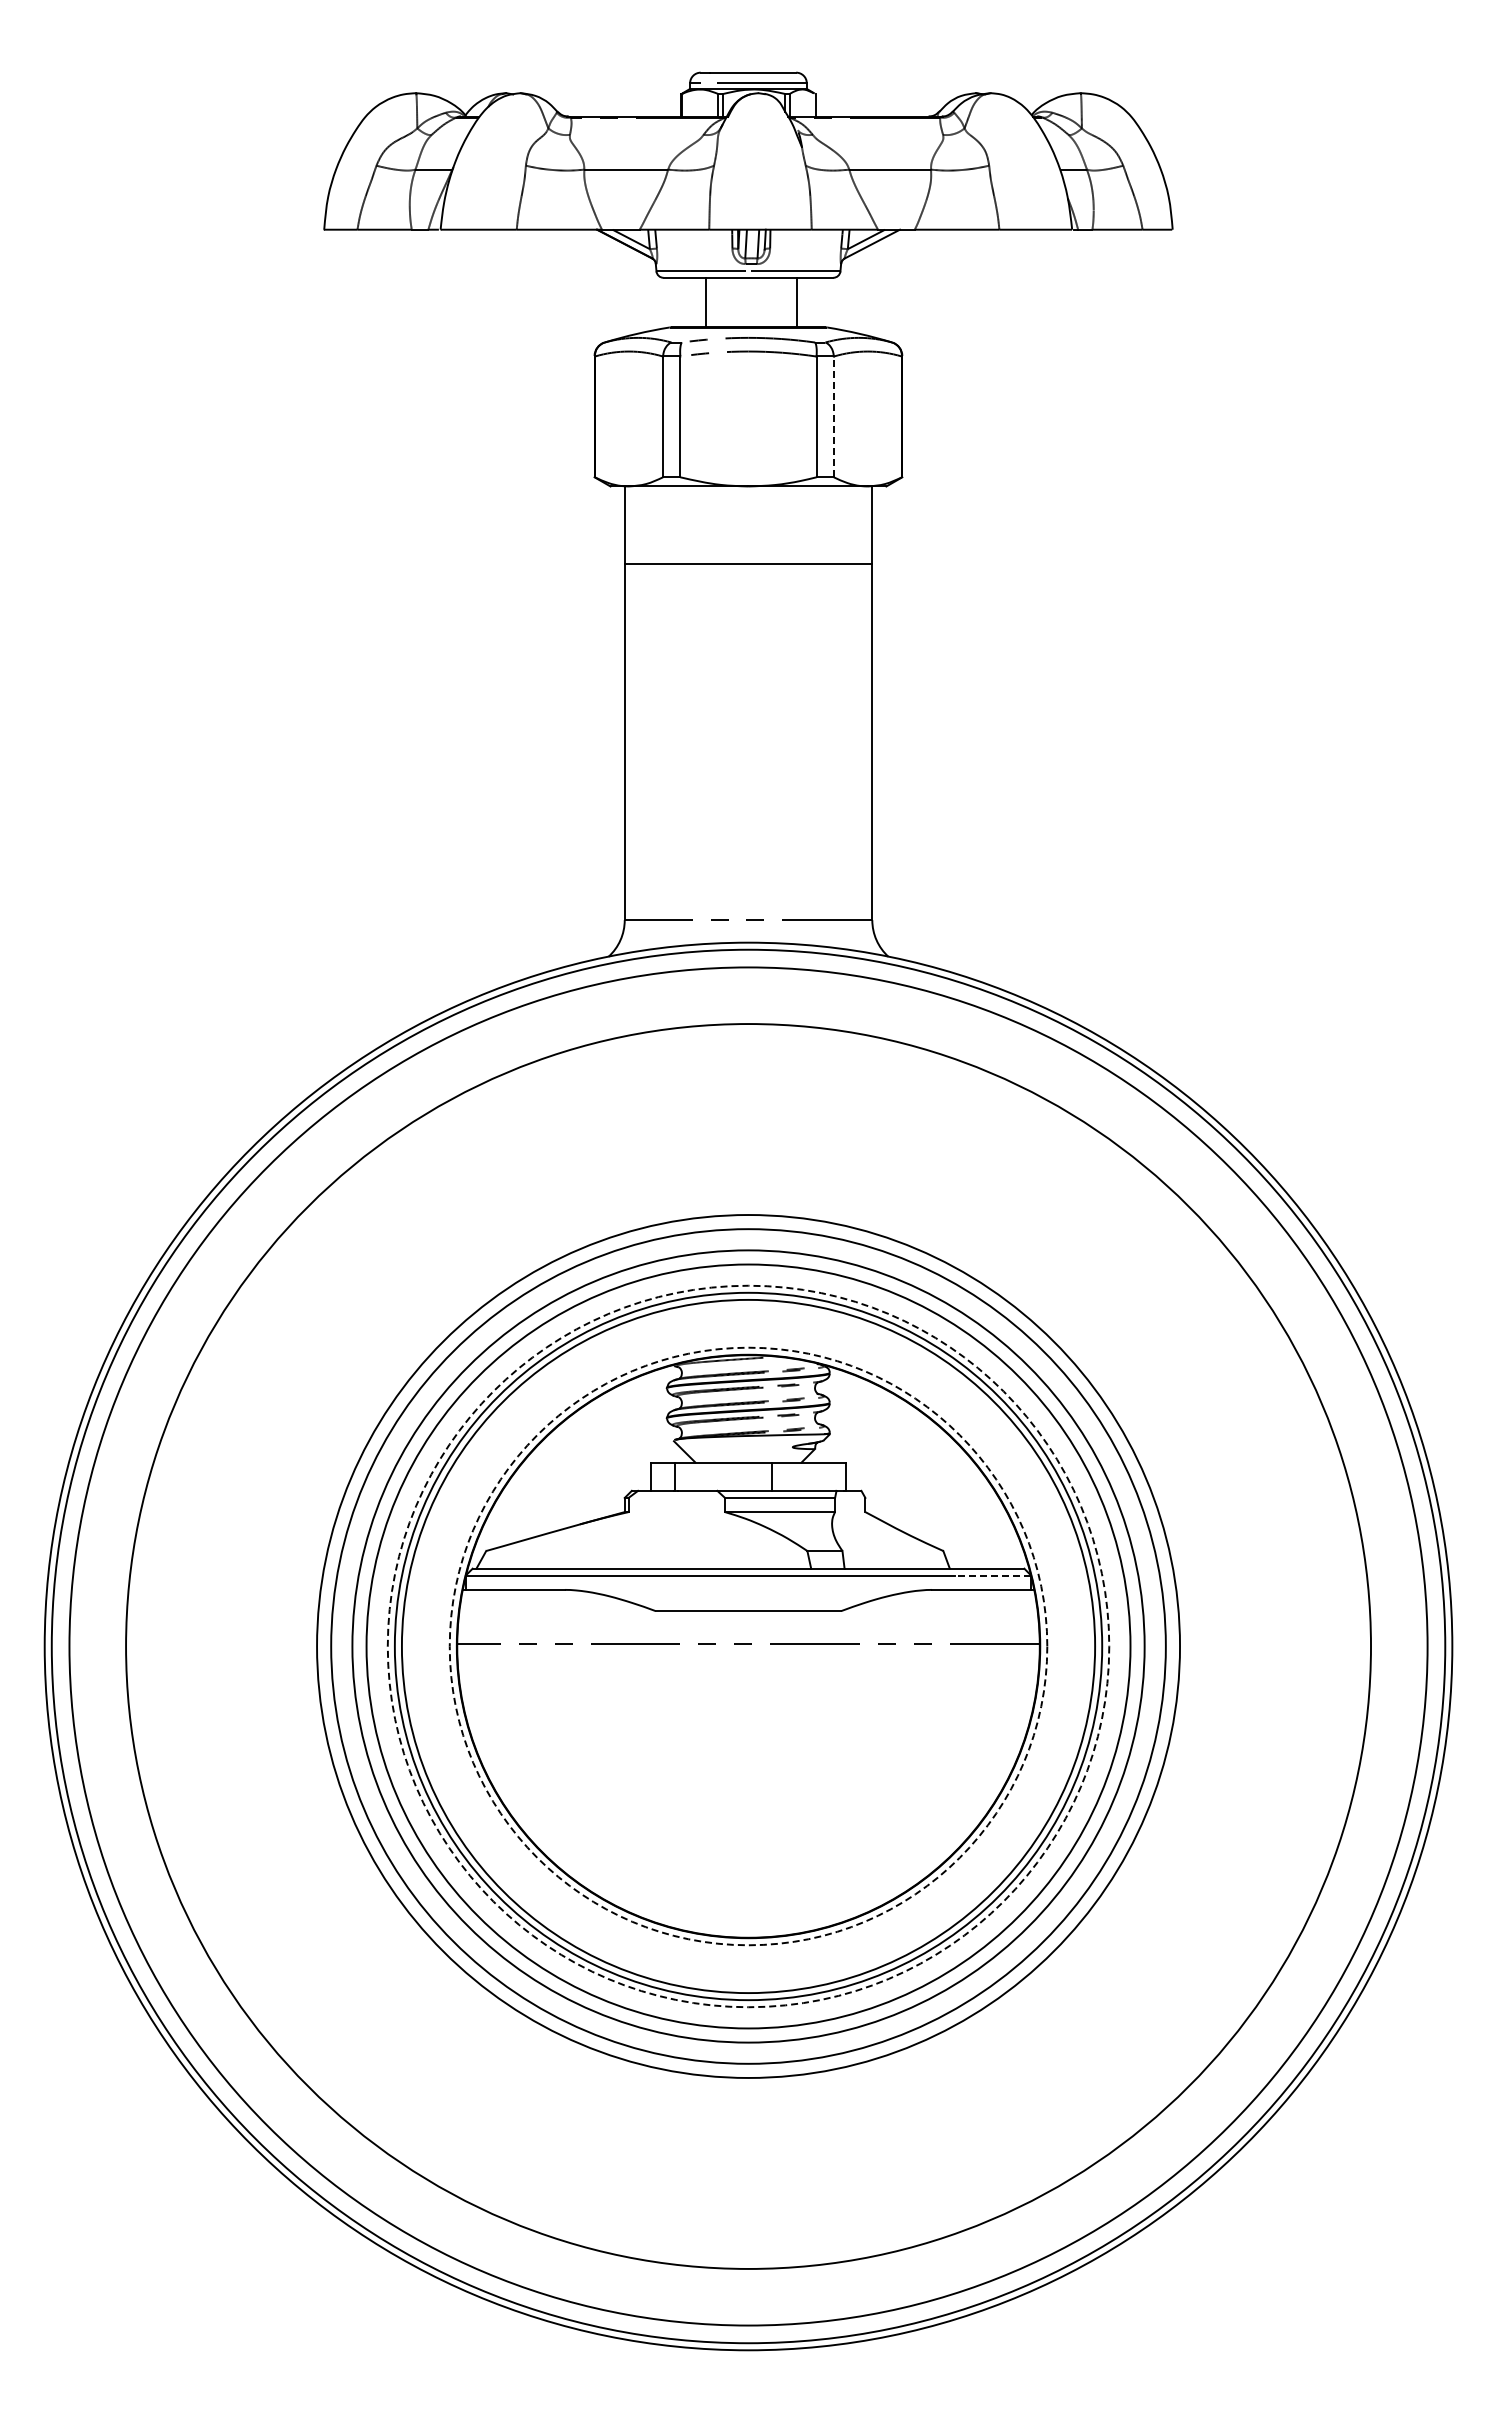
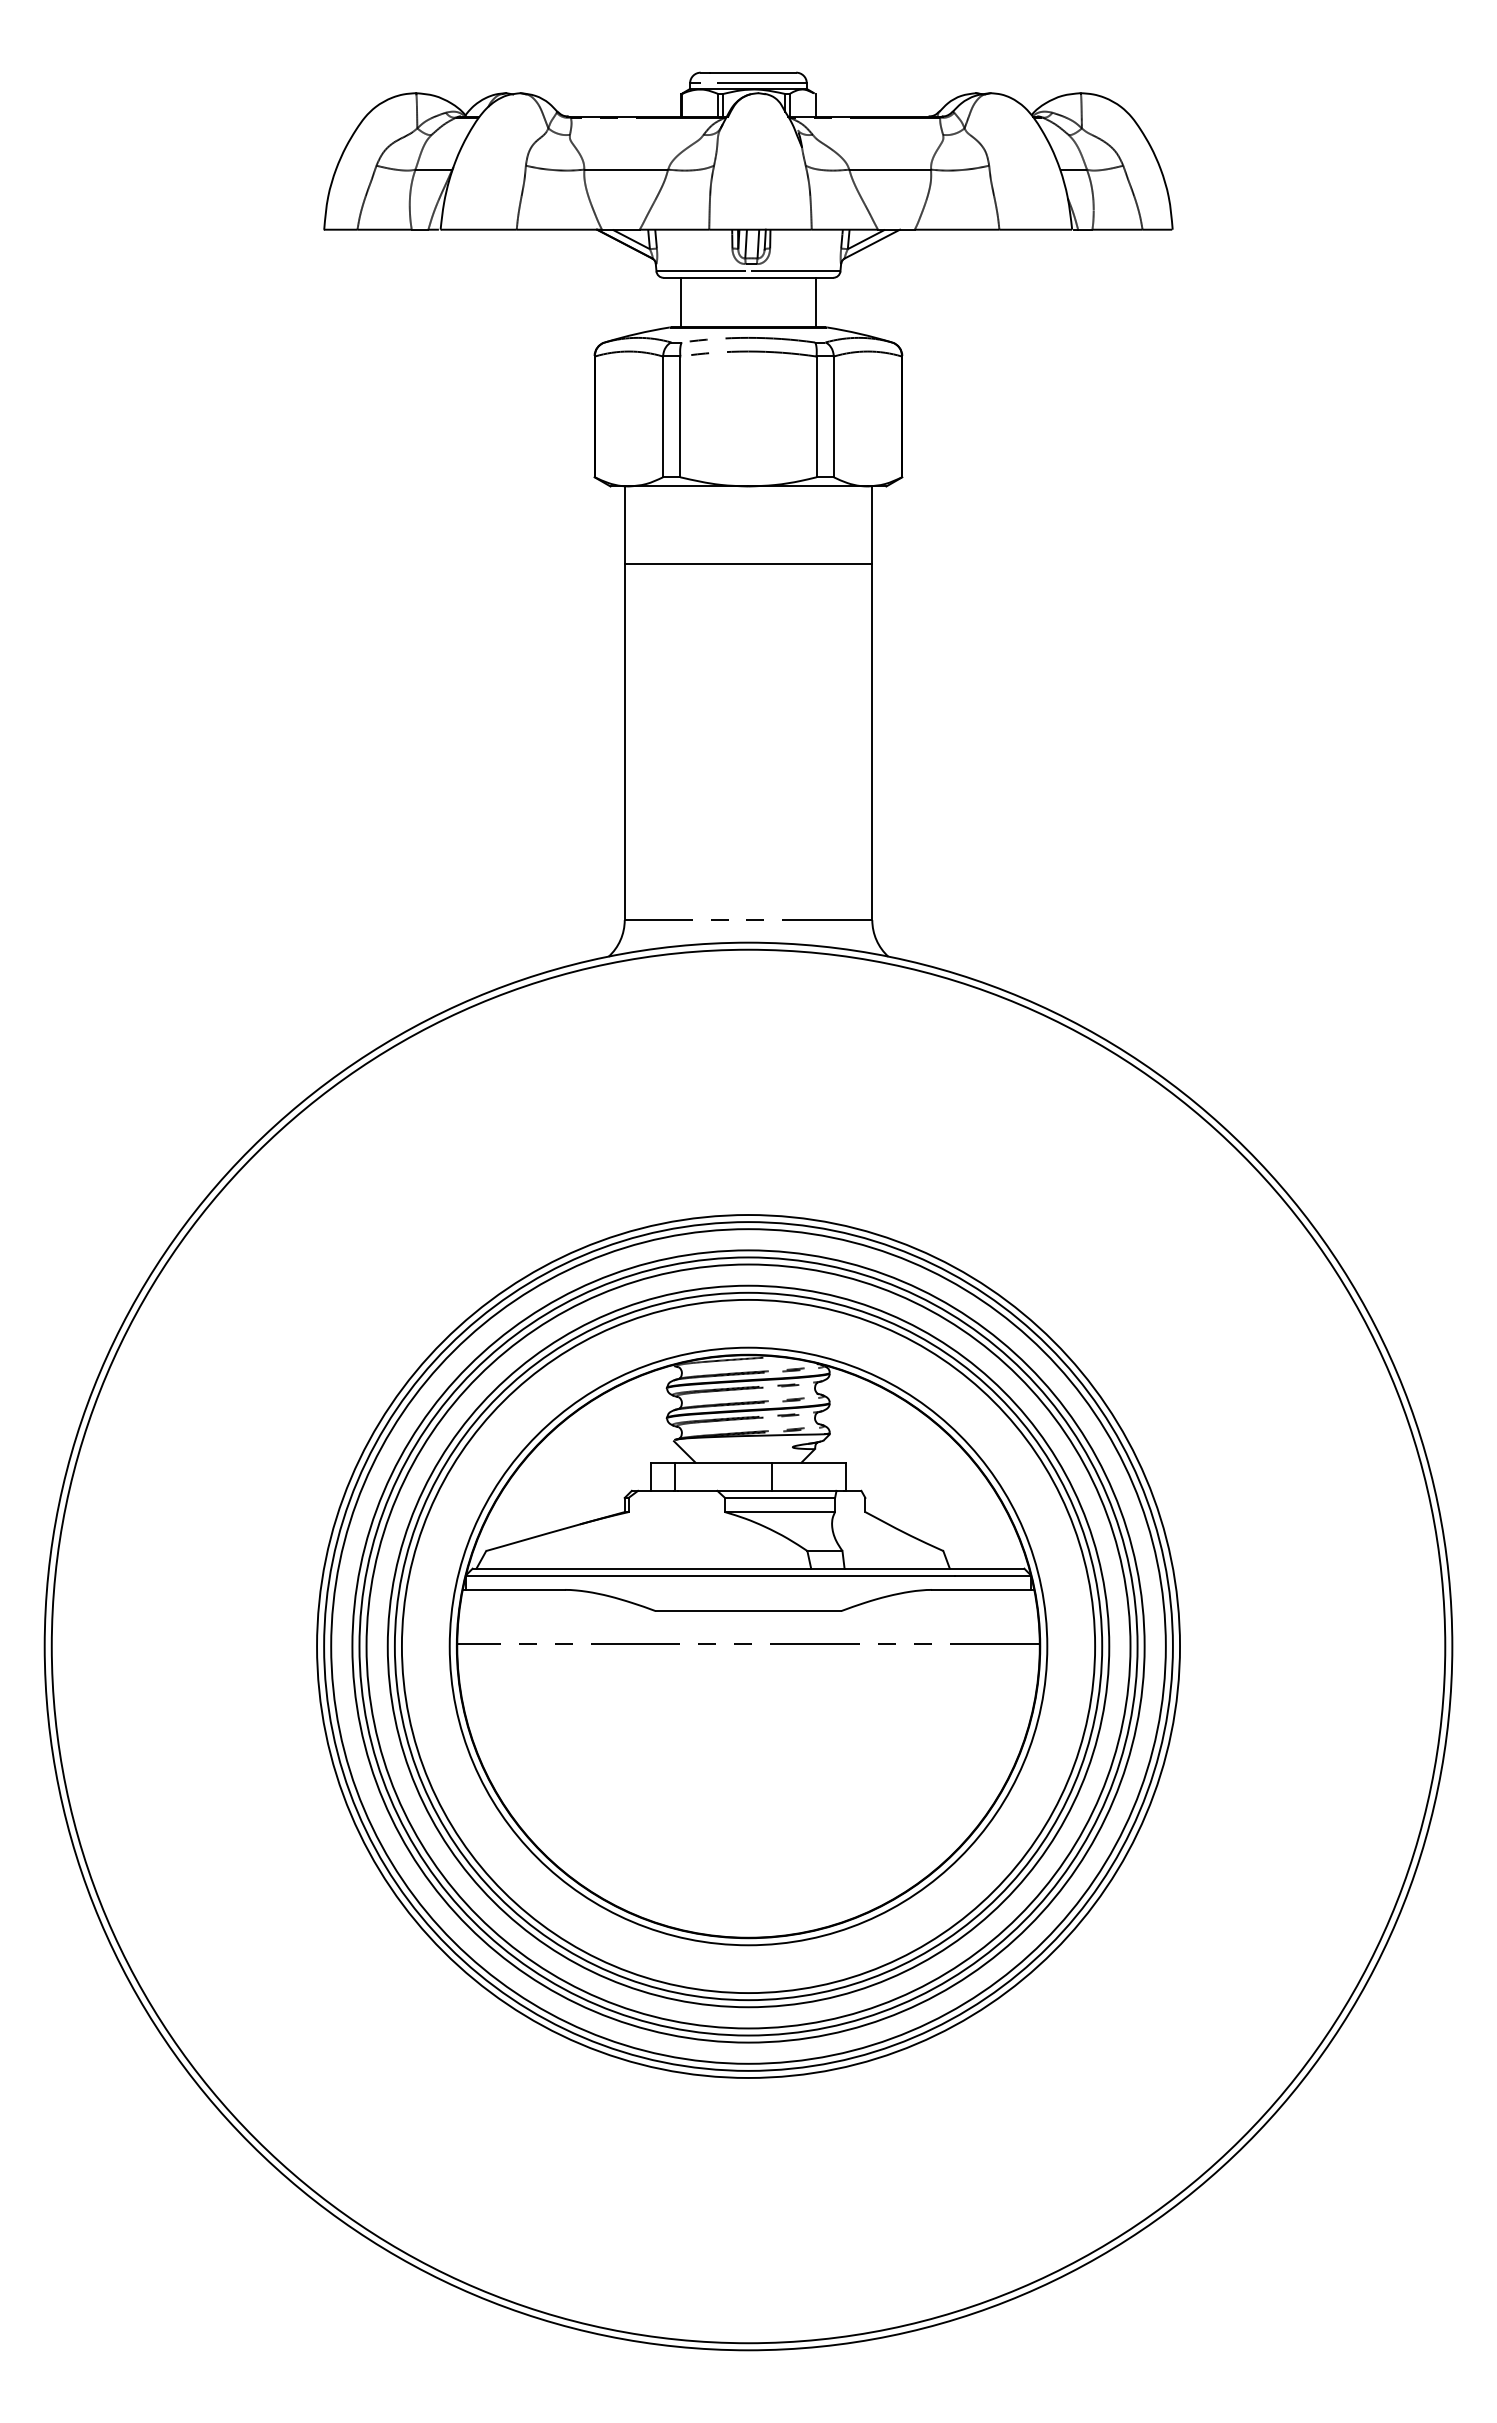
line at (706, 302) position: (706, 302) -> (681, 302)
line at (796, 302) position: (796, 302) -> (815, 302)
line at (833, 416): dashed -> solid
line at (992, 1575): dashed -> solid
circle at (748, 1646) diameter: 1245 px -> 778 px
circle at (748, 1646) diameter: 1358 px -> 849 px
circle at (748, 1646): dashed -> solid
circle at (748, 1646): dashed -> solid
